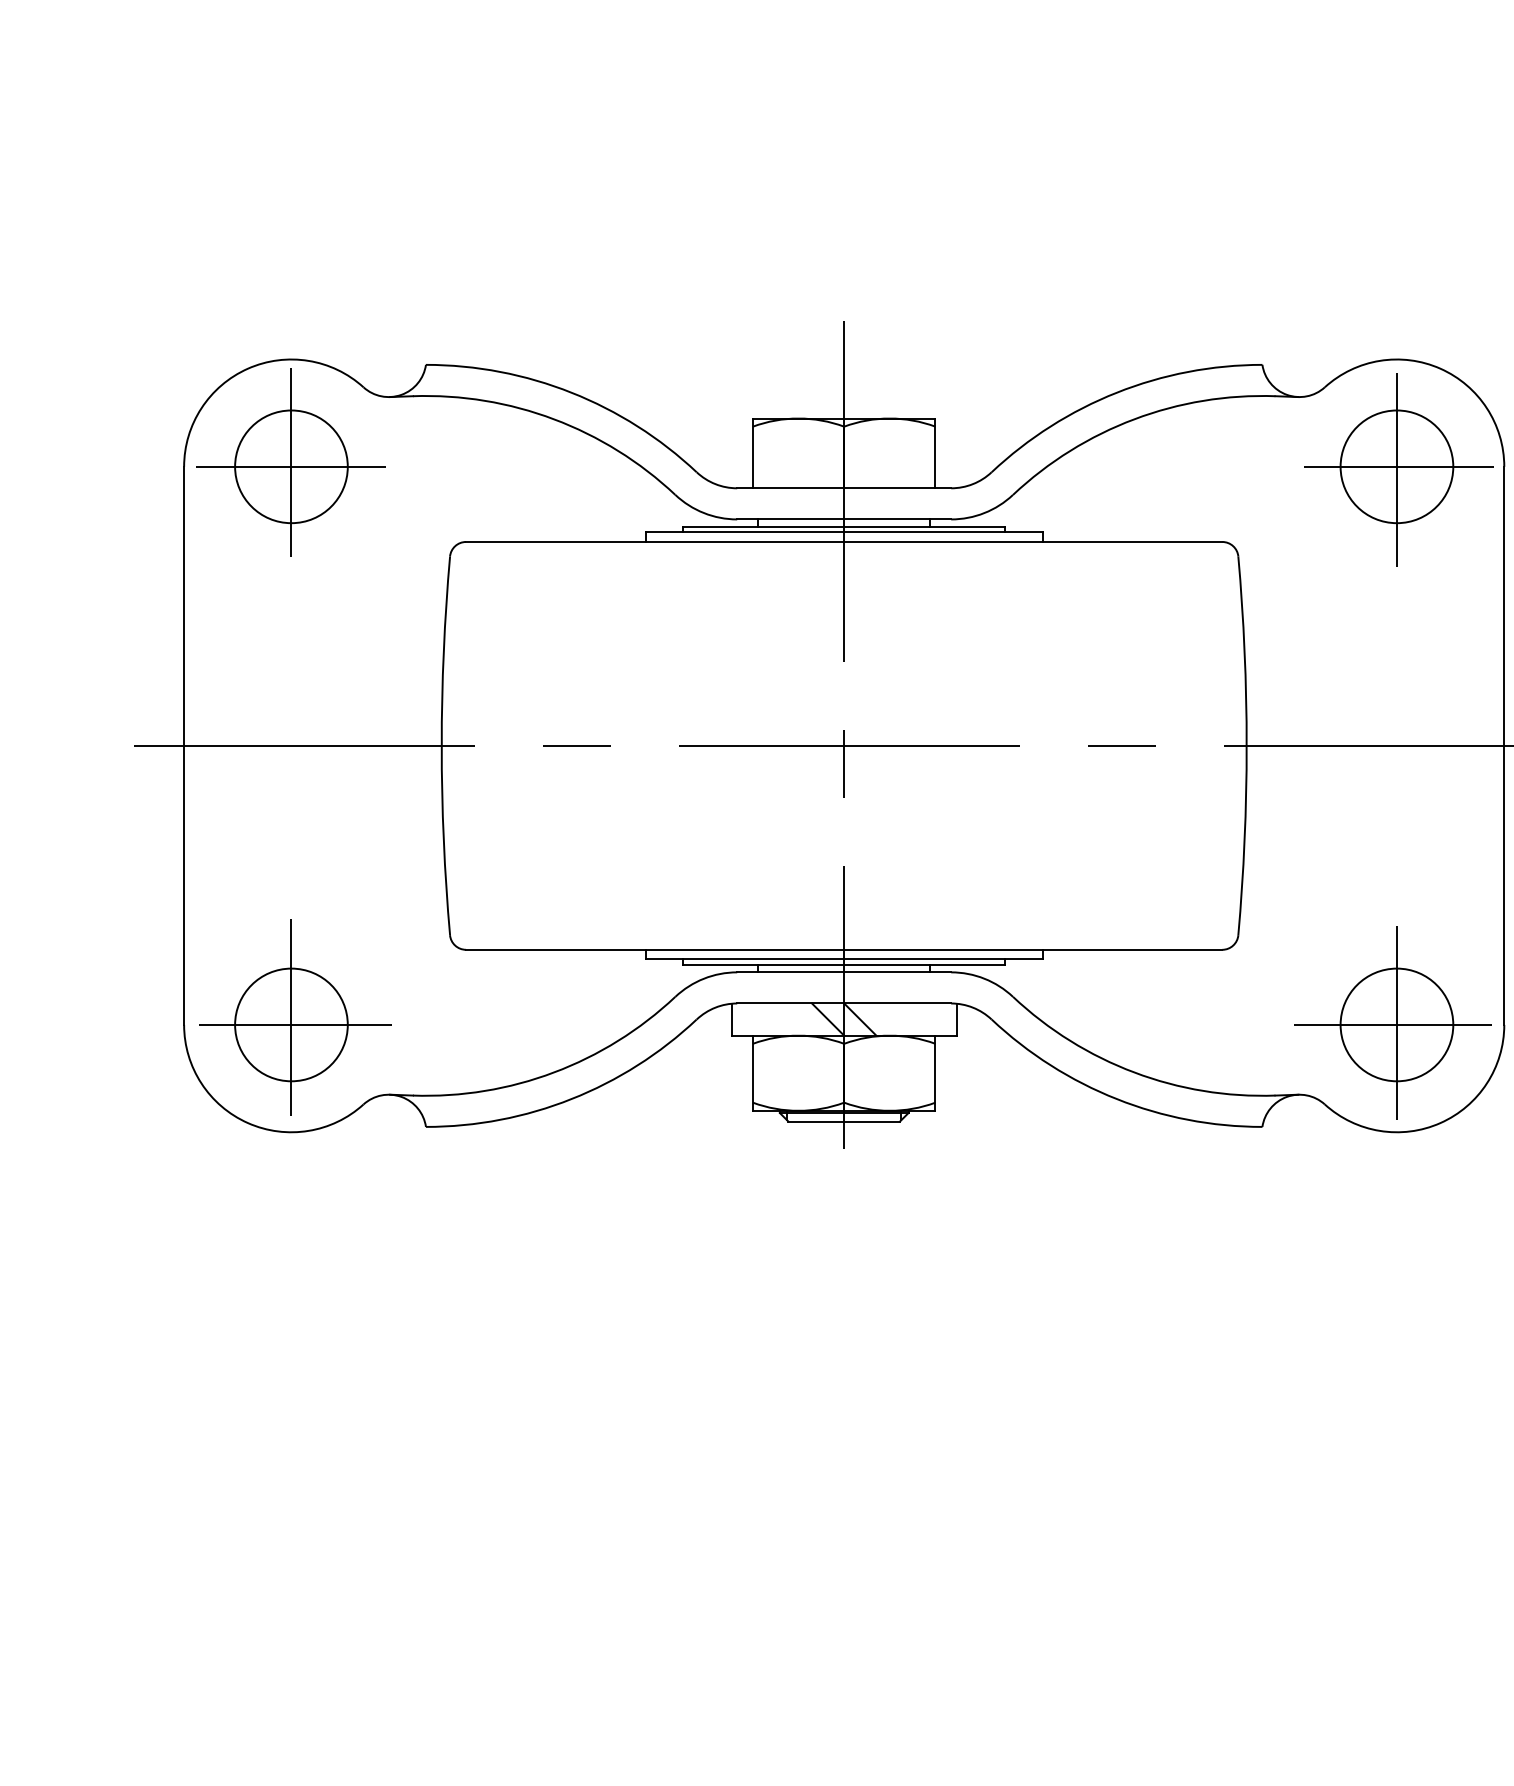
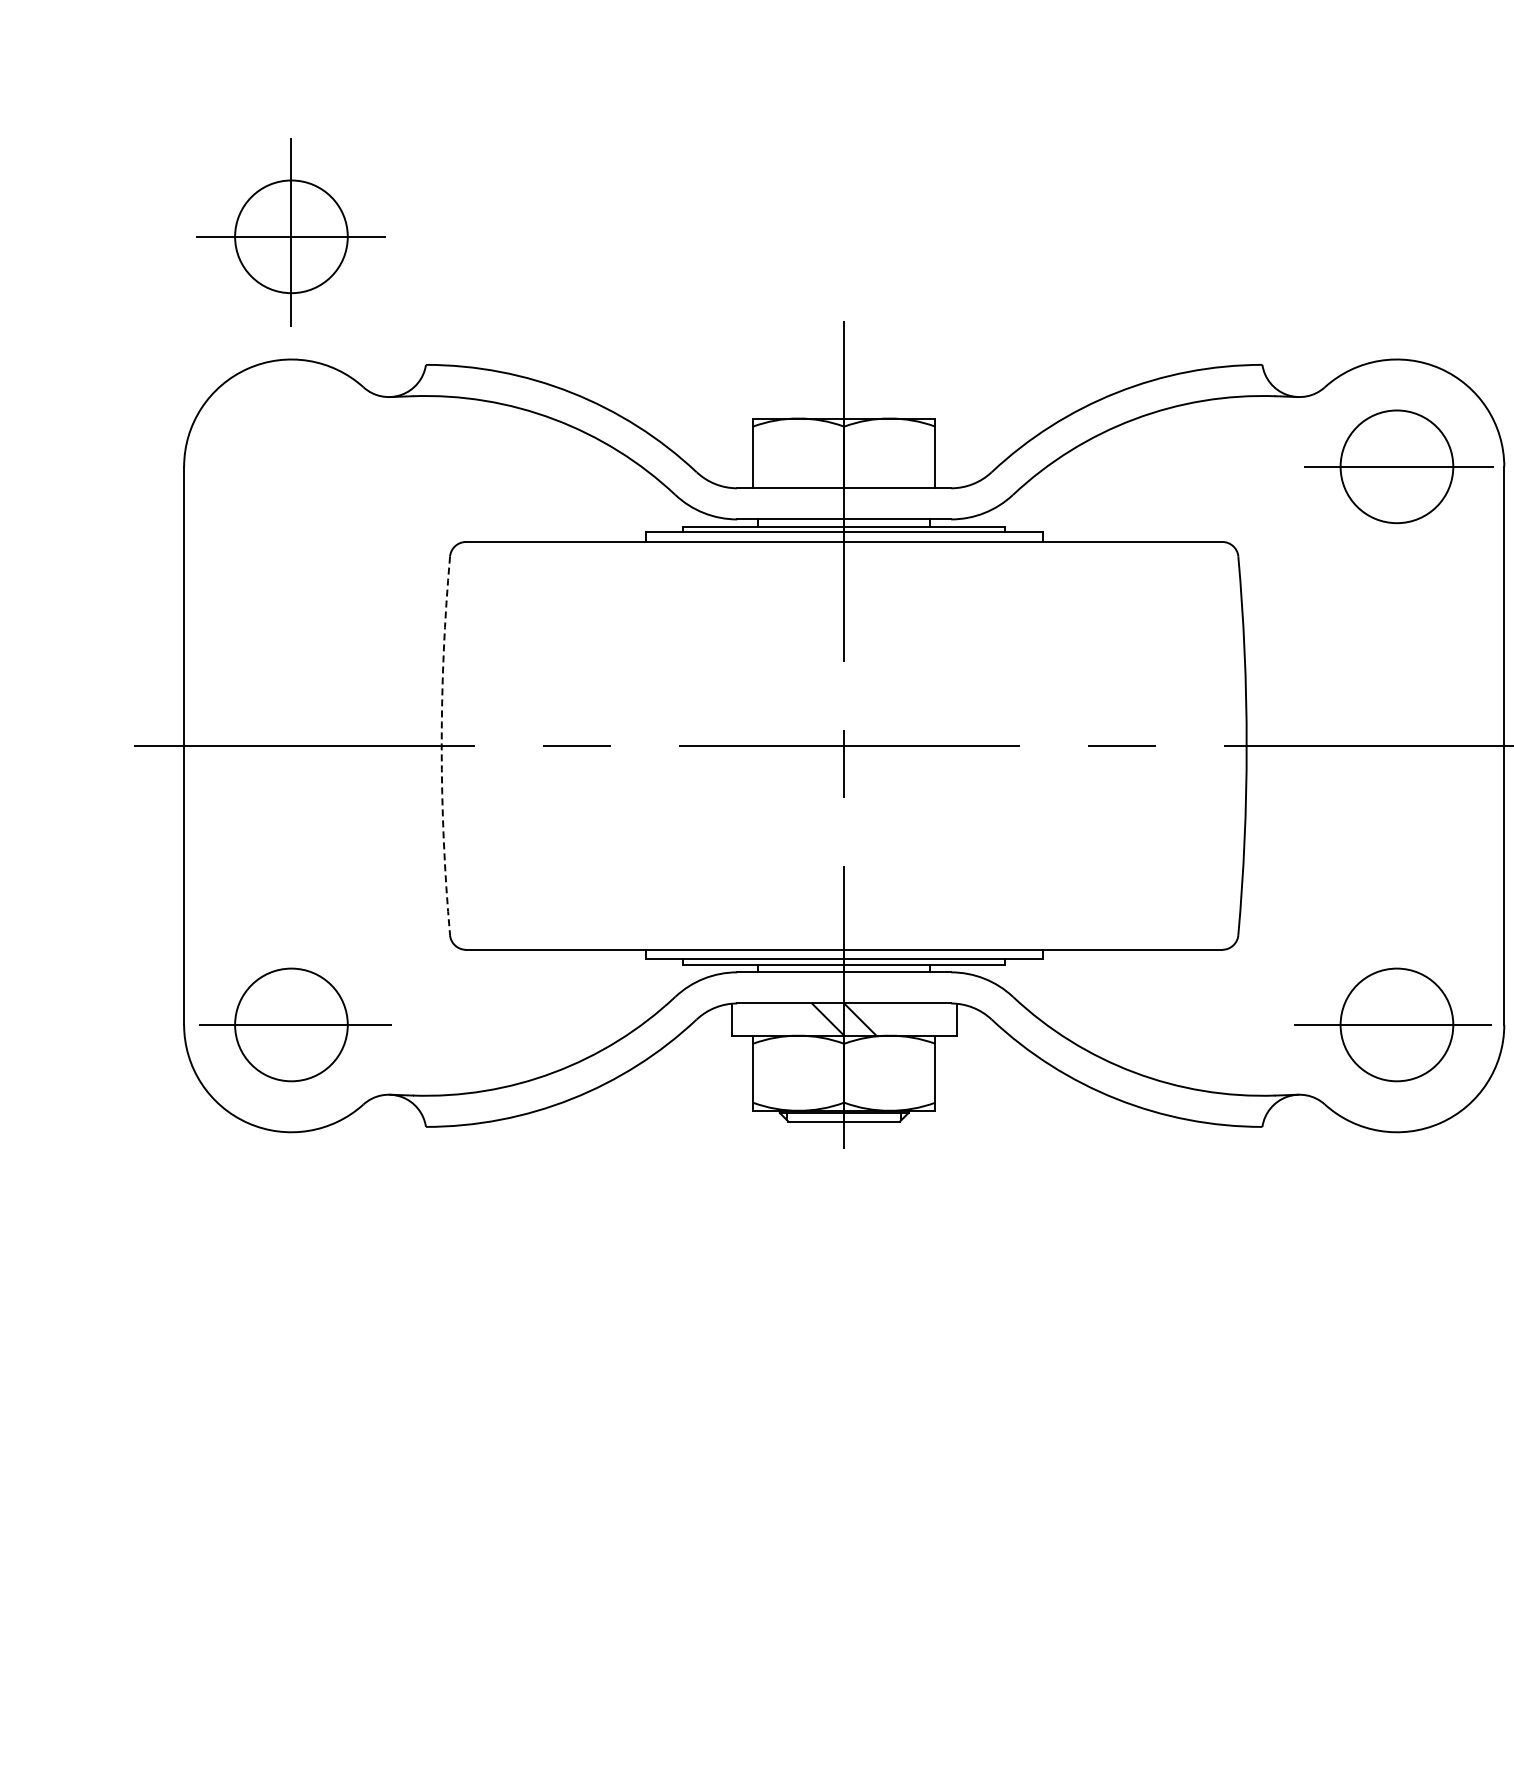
part at (290, 462) position: (290, 462) -> (290, 232)
line at (1396, 469): present -> none
arc at (441, 745): solid -> dashed
line at (291, 1017): present -> none
line at (1396, 1022): present -> none
